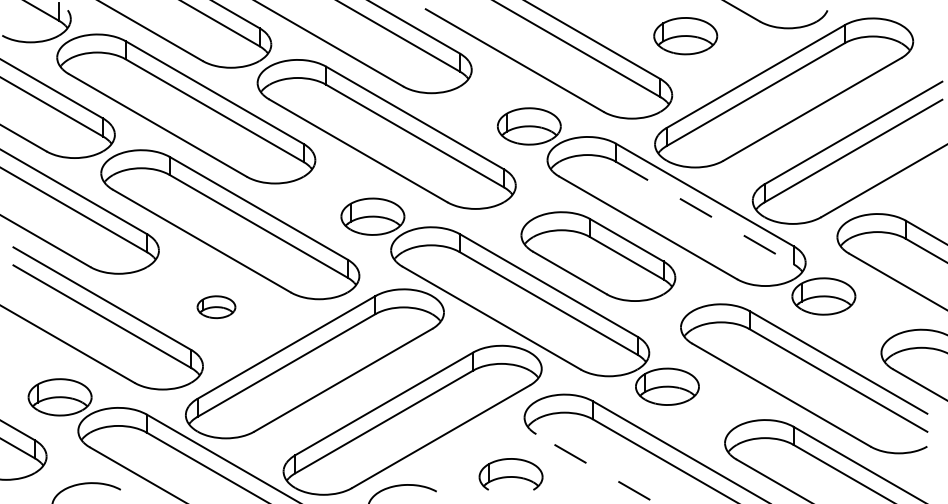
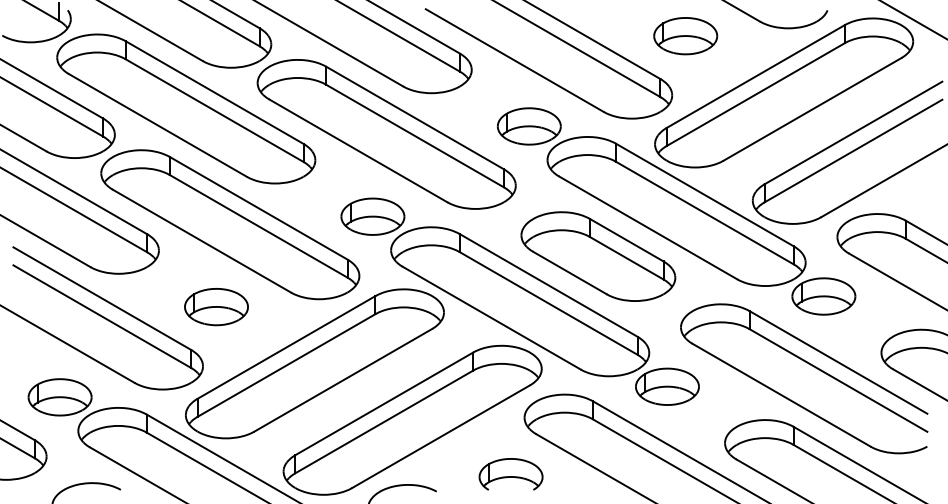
line at (913, 20): none -> present
line at (705, 213): dashed -> solid
part at (216, 307) size: 41x25 px -> 65x39 px
line at (596, 469): dashed -> solid
